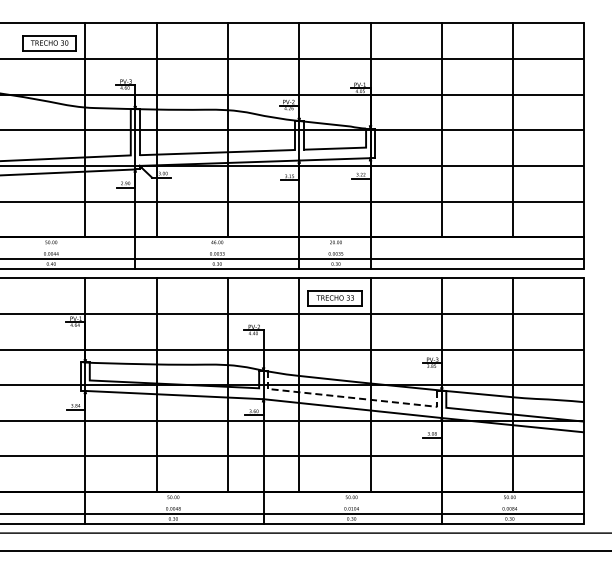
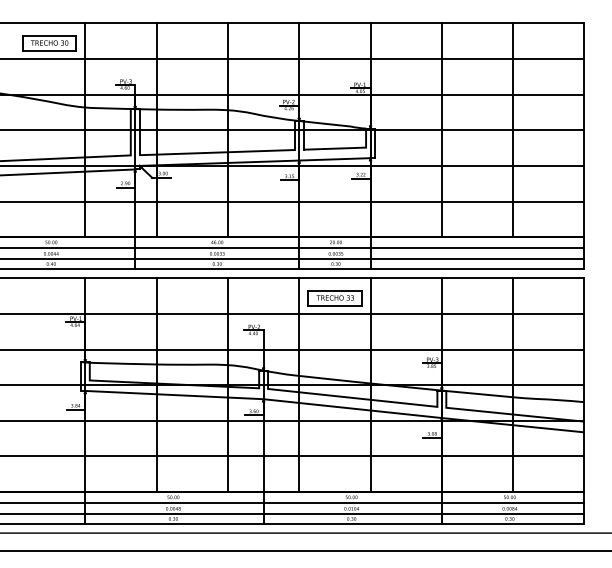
line at (293, 247): none -> present
line at (351, 397): dashed -> solid
line at (293, 502): none -> present
